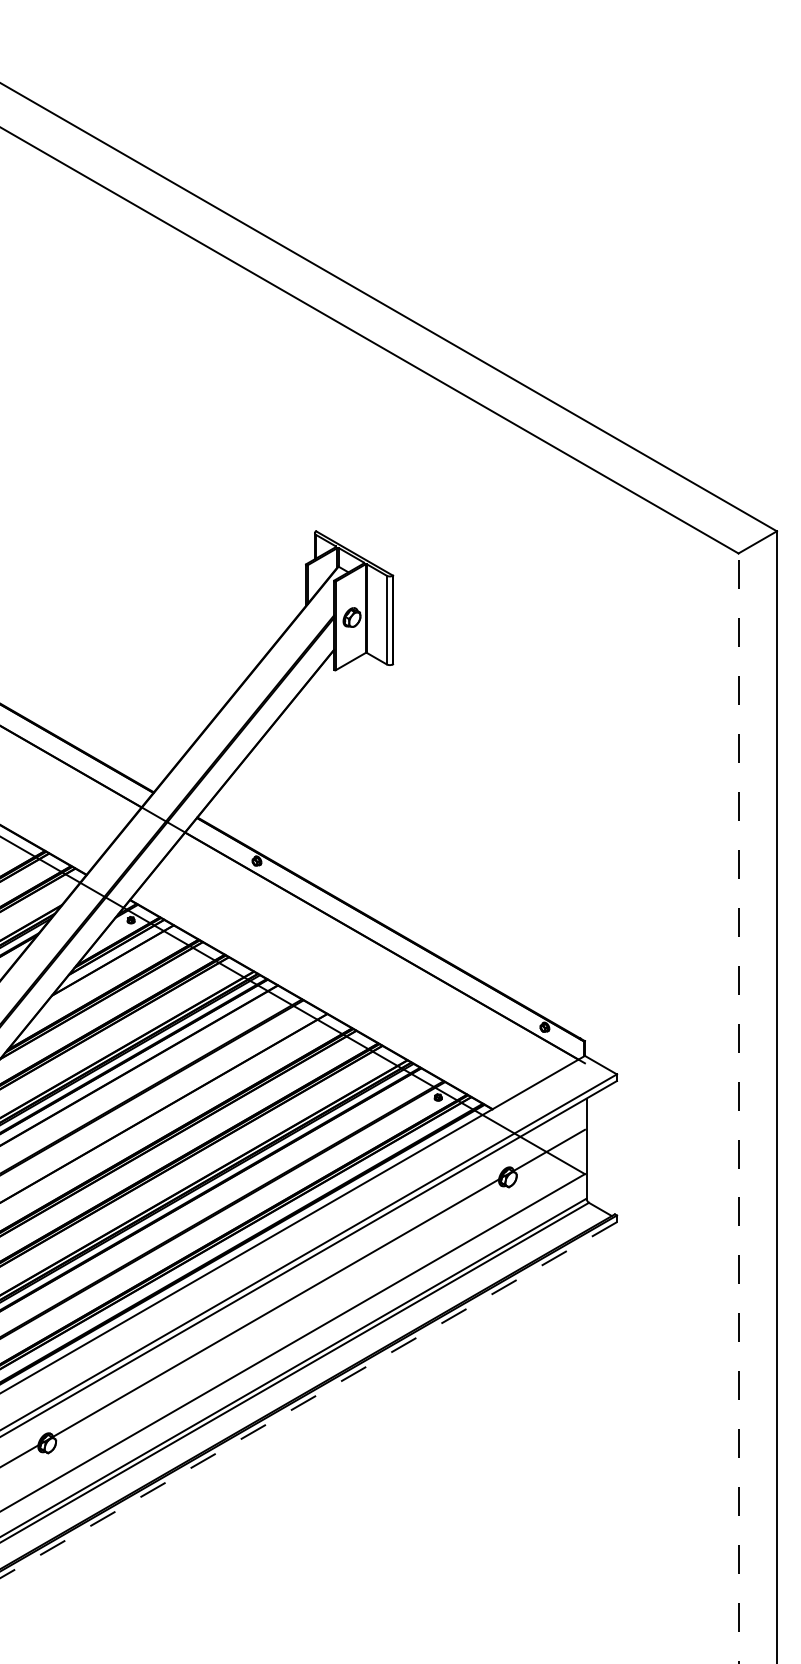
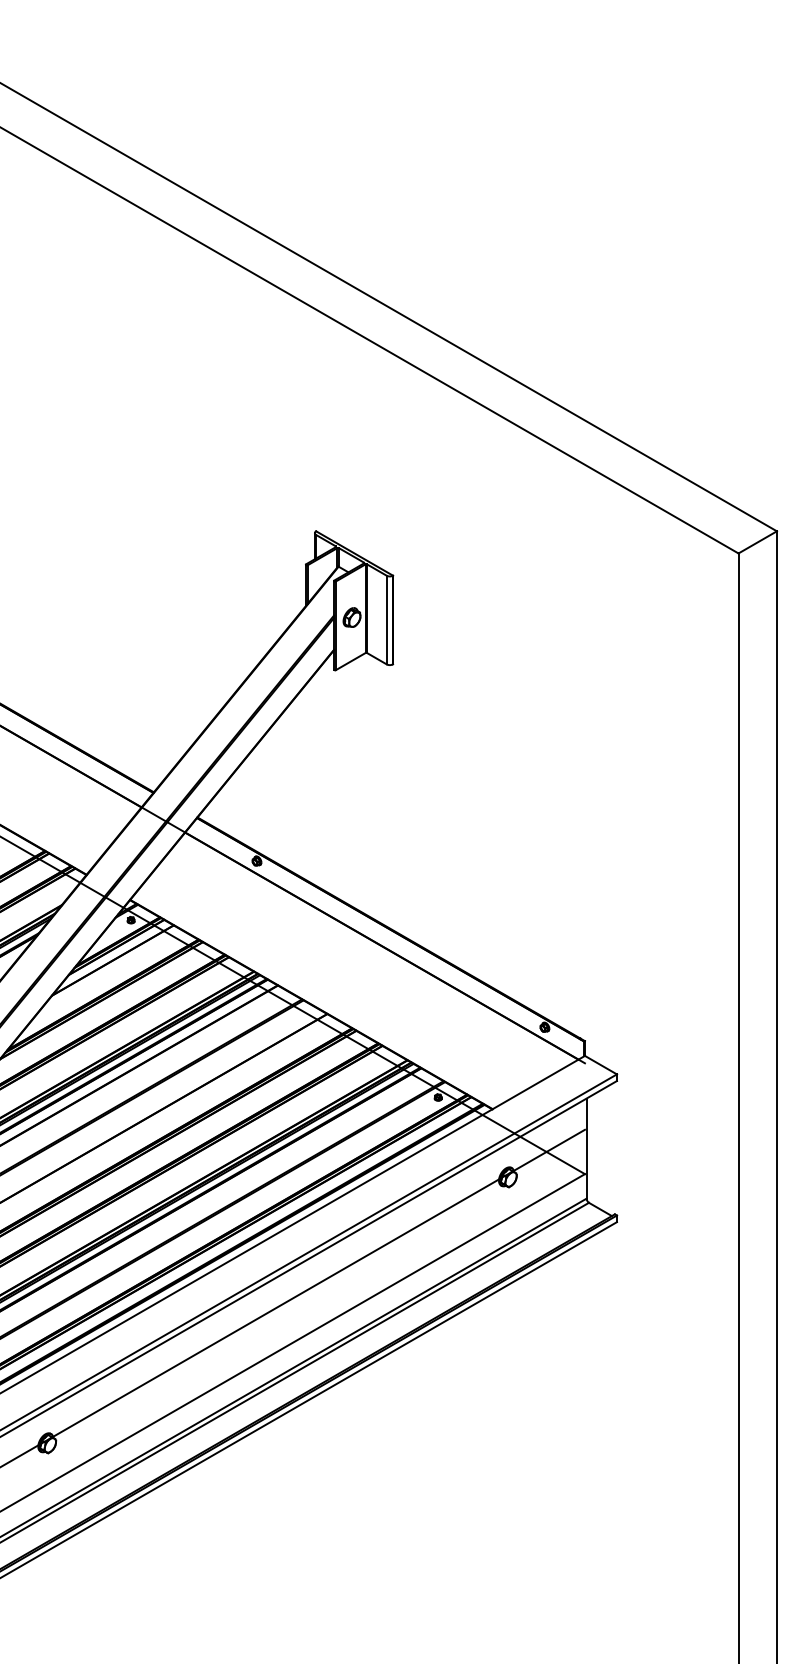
line at (738, 1108): dashed -> solid
line at (308, 1400): dashed -> solid
